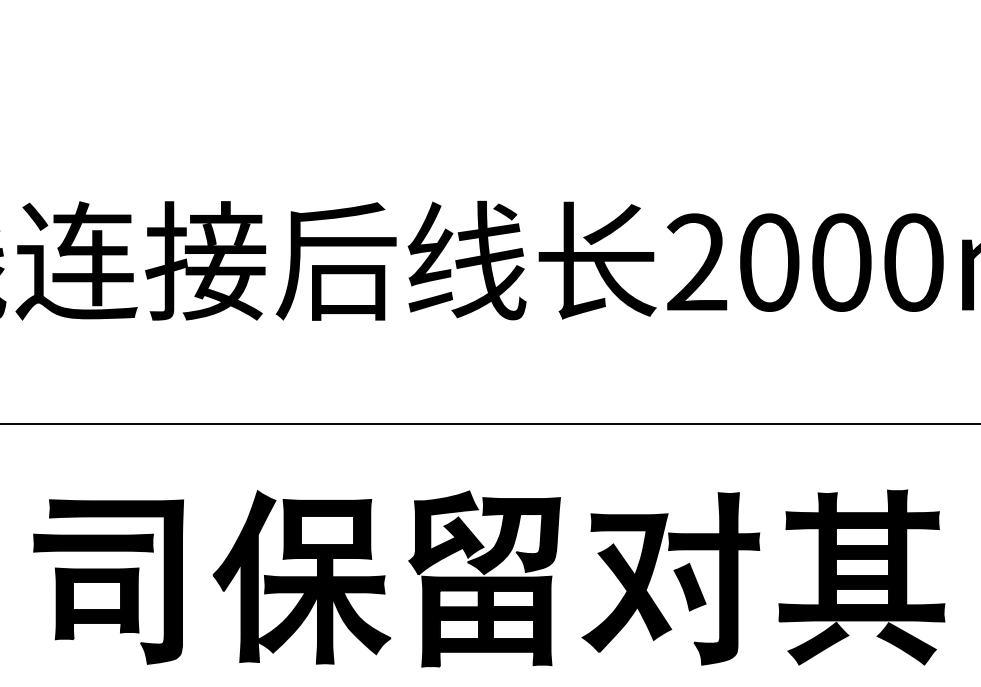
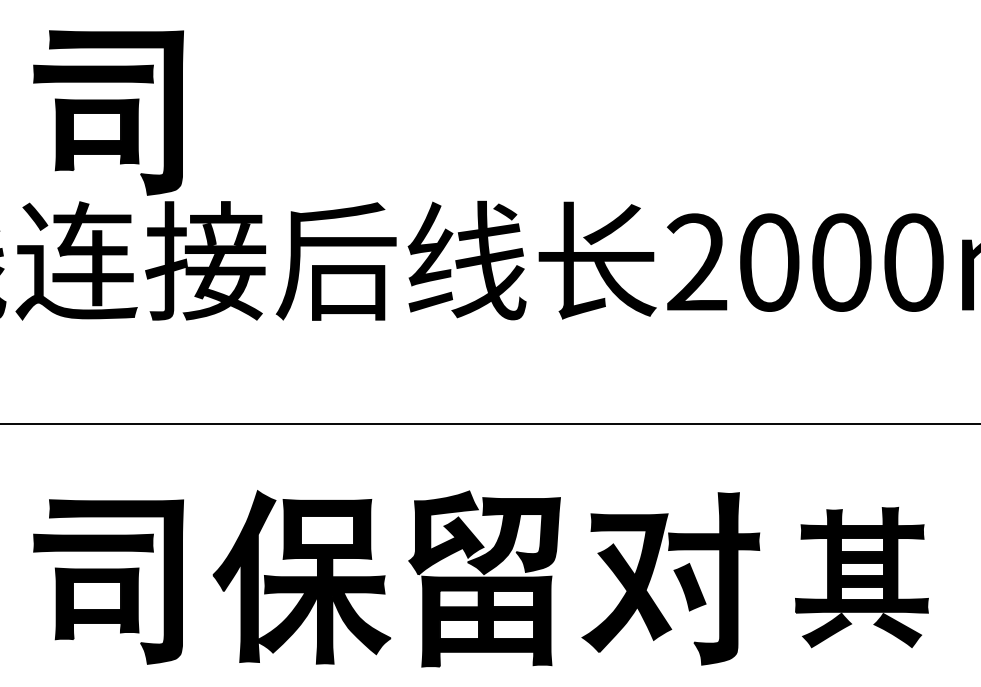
part at (108, 112): none -> present
part at (861, 577) size: 168x177 px -> 134x143 px
